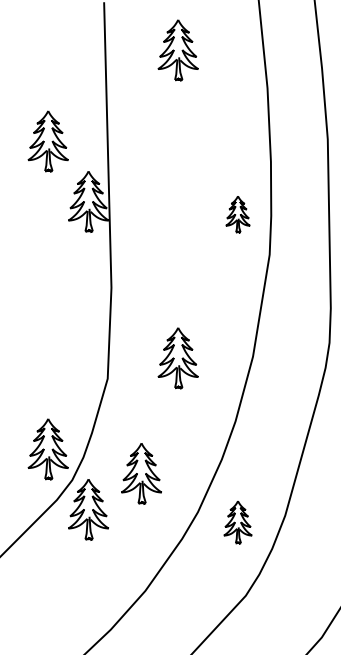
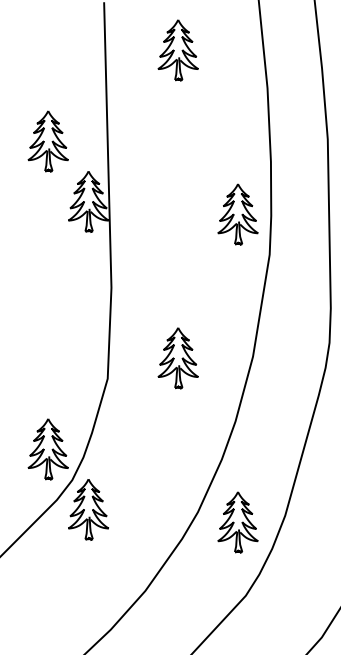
part at (237, 214) size: 26x38 px -> 42x63 px
part at (141, 473): present -> none
part at (237, 522) size: 30x44 px -> 42x63 px
